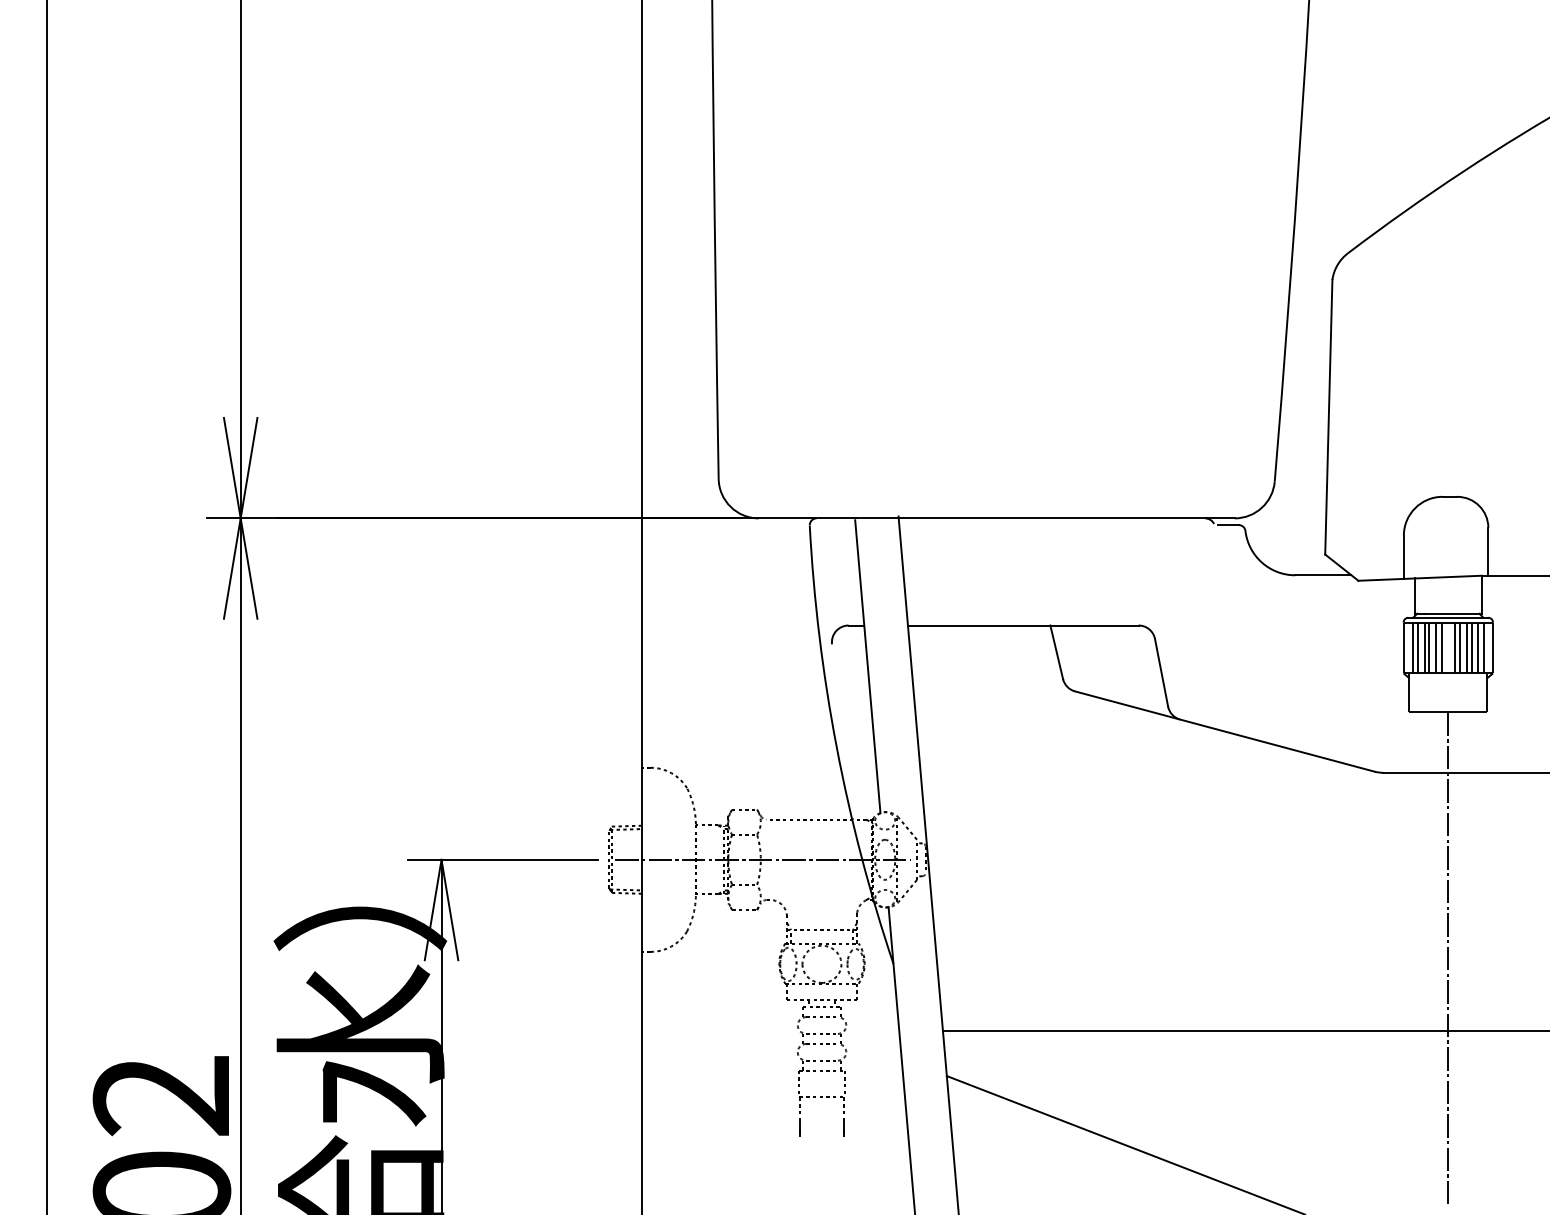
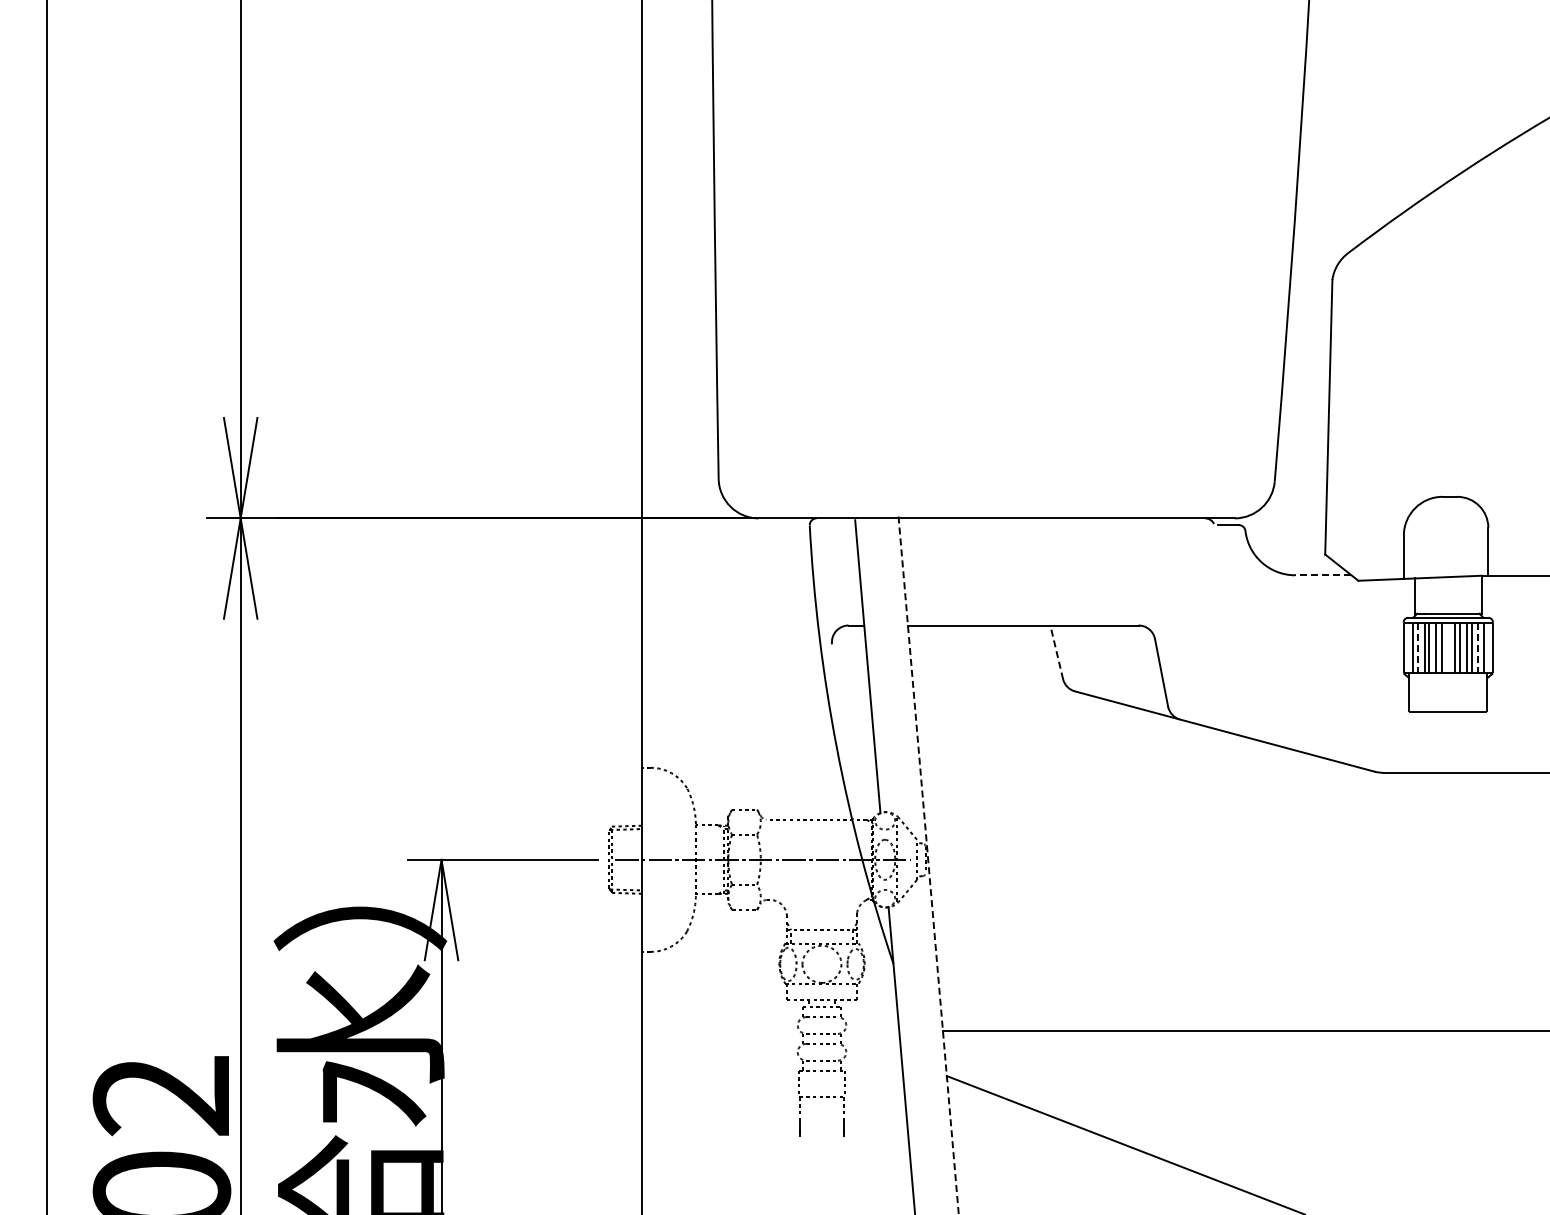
line at (1322, 575): solid -> dashed
line at (1418, 648): solid -> dashed
line at (1478, 648): solid -> dashed
line at (1056, 652): solid -> dashed
line at (928, 866): solid -> dashed
line at (1448, 957): present -> none
